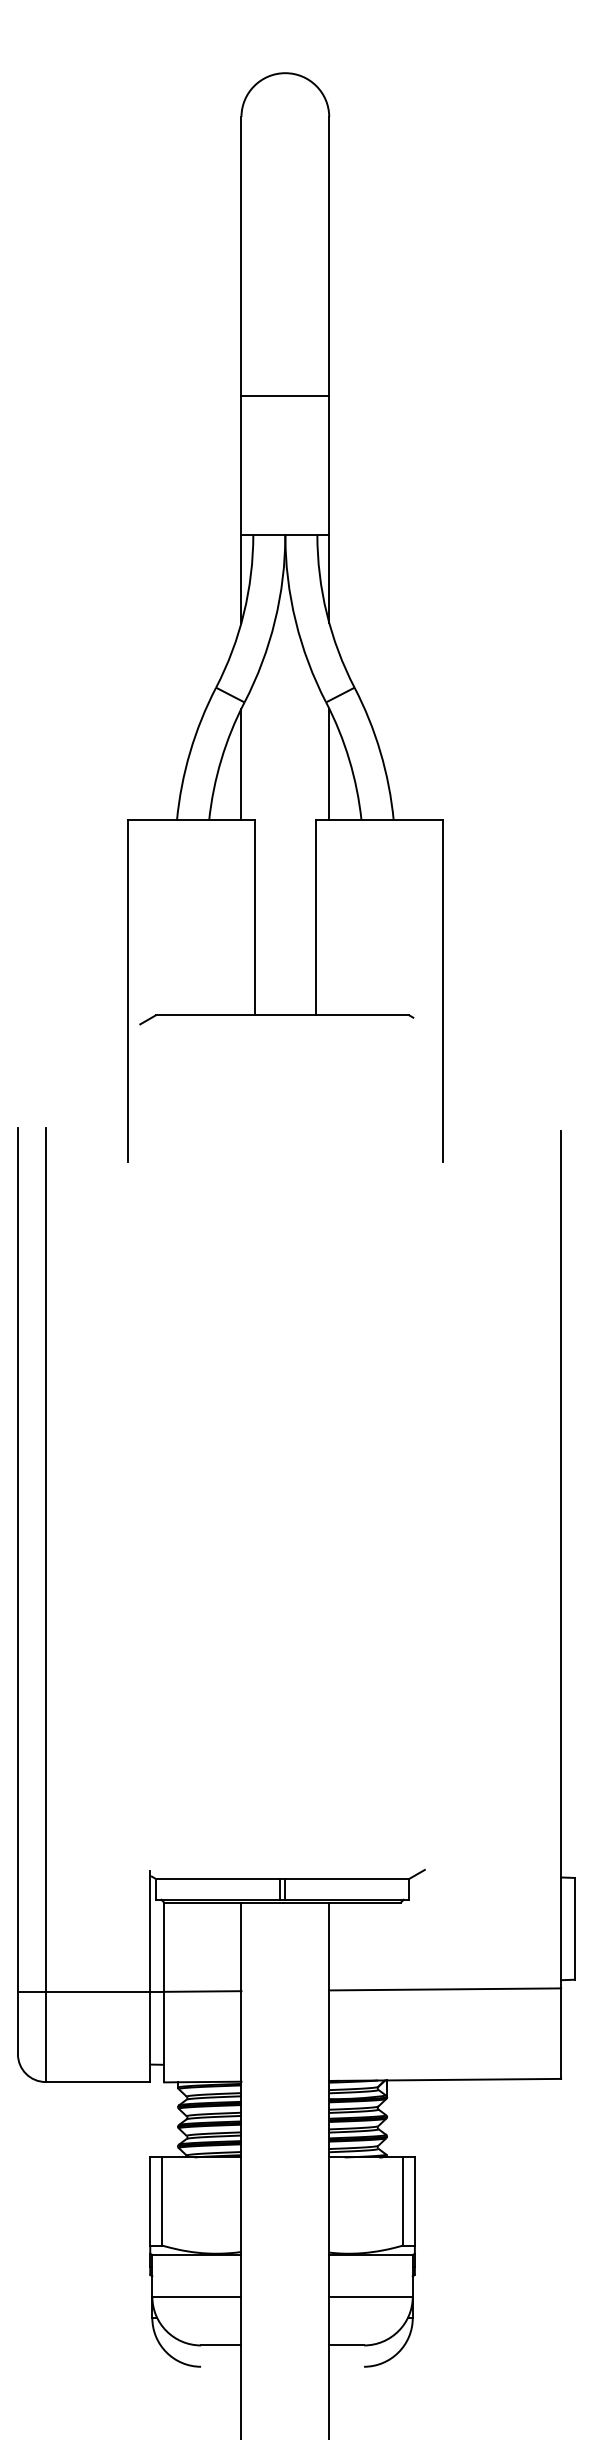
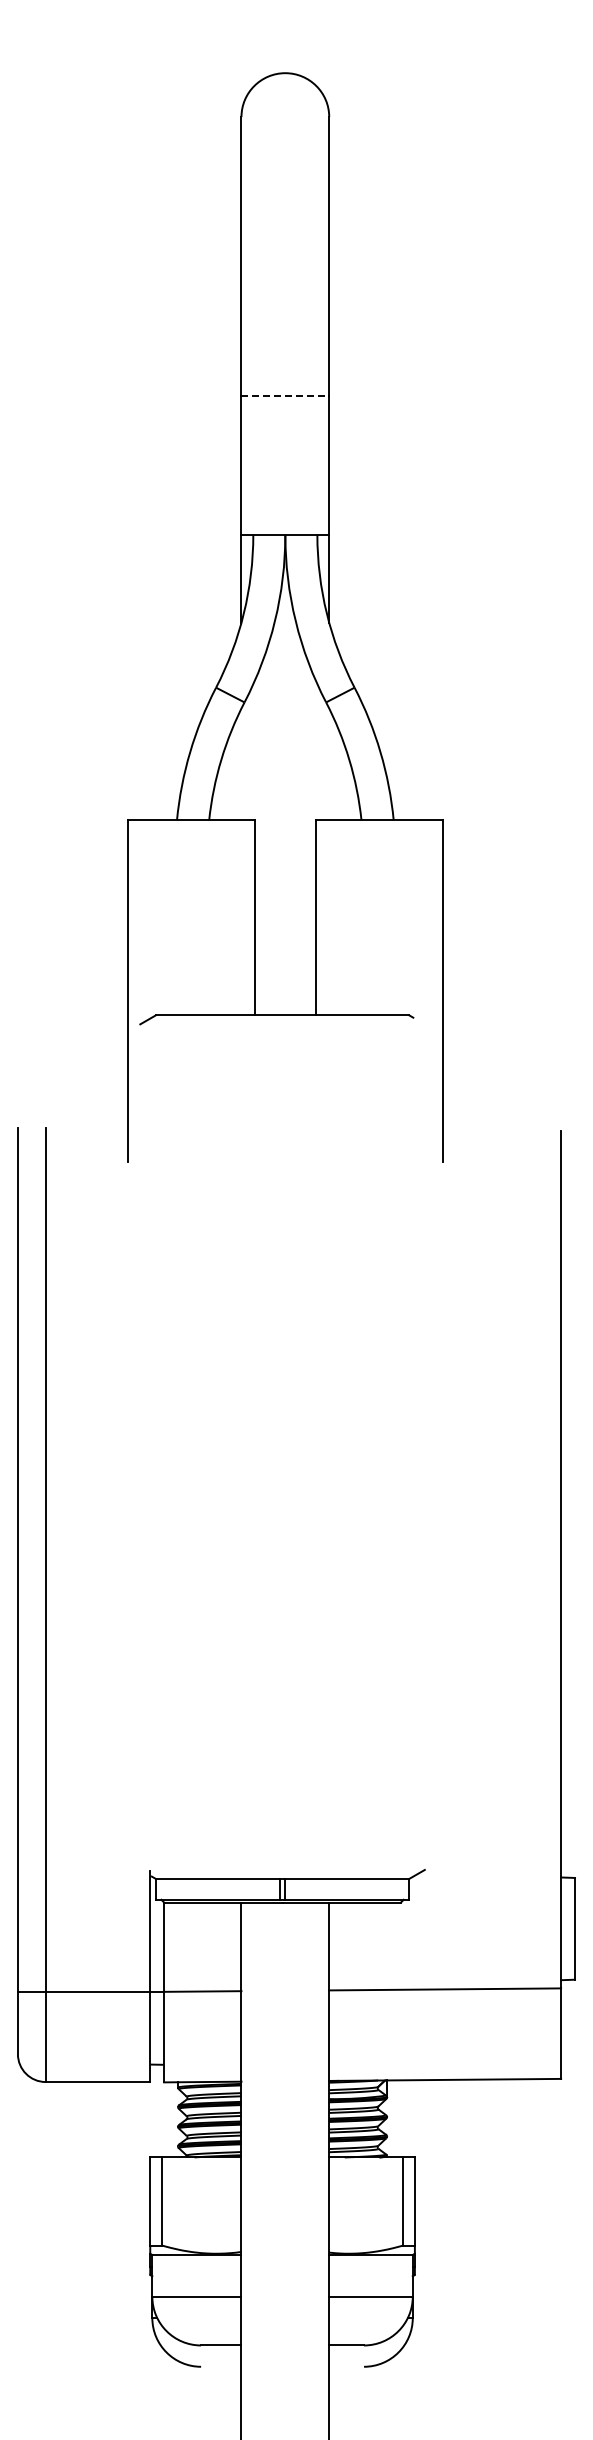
line at (285, 395): solid -> dashed
line at (241, 764): present -> none
line at (329, 764): present -> none
